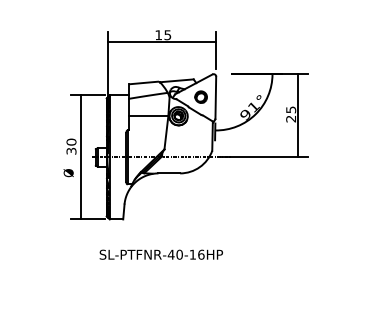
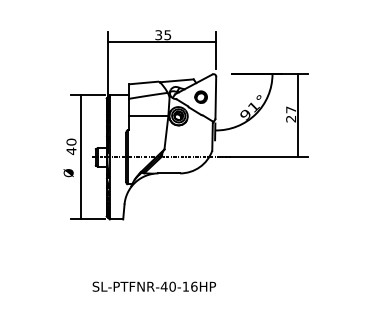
text at (158, 35): 15 -> 35
text at (291, 109): 25 -> 27
text at (71, 151): 30 -> 40
text at (160, 254) position: (160, 254) -> (153, 286)
